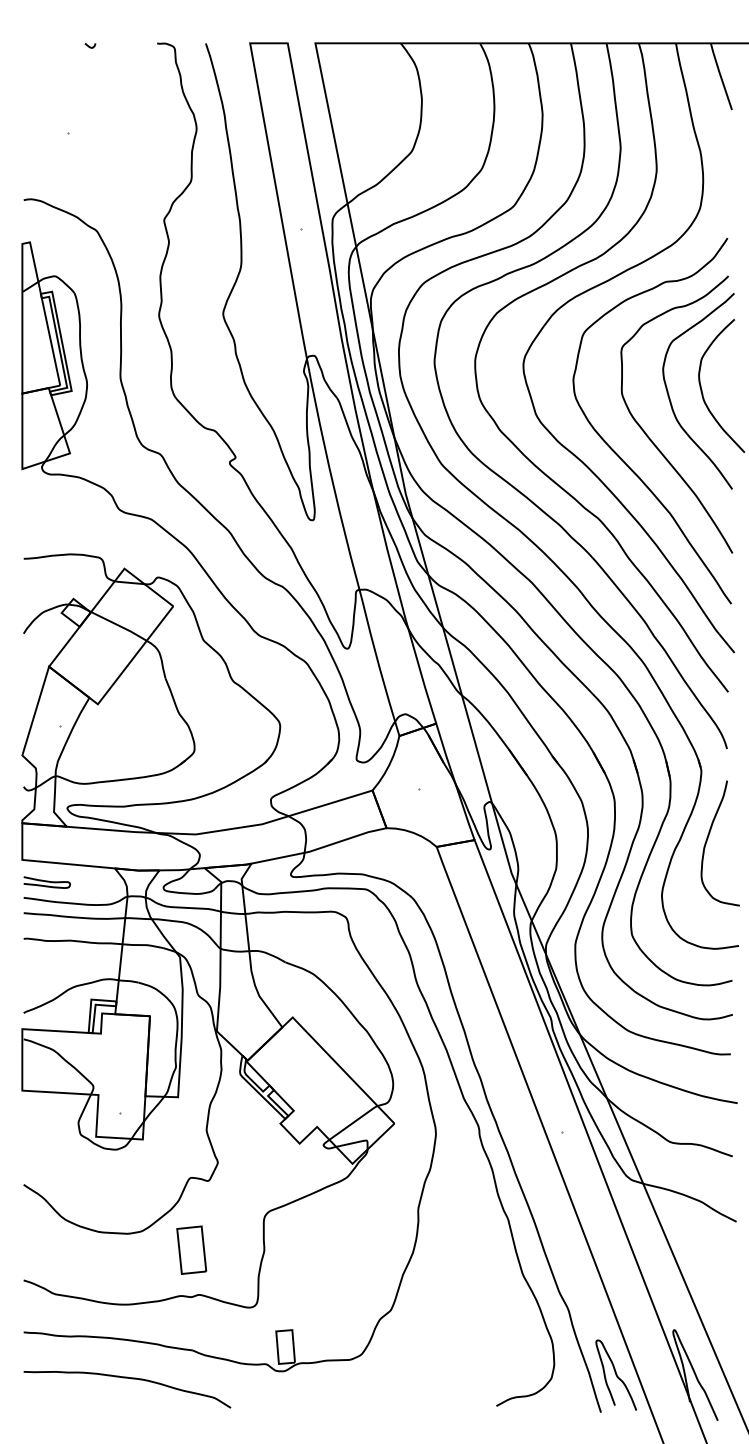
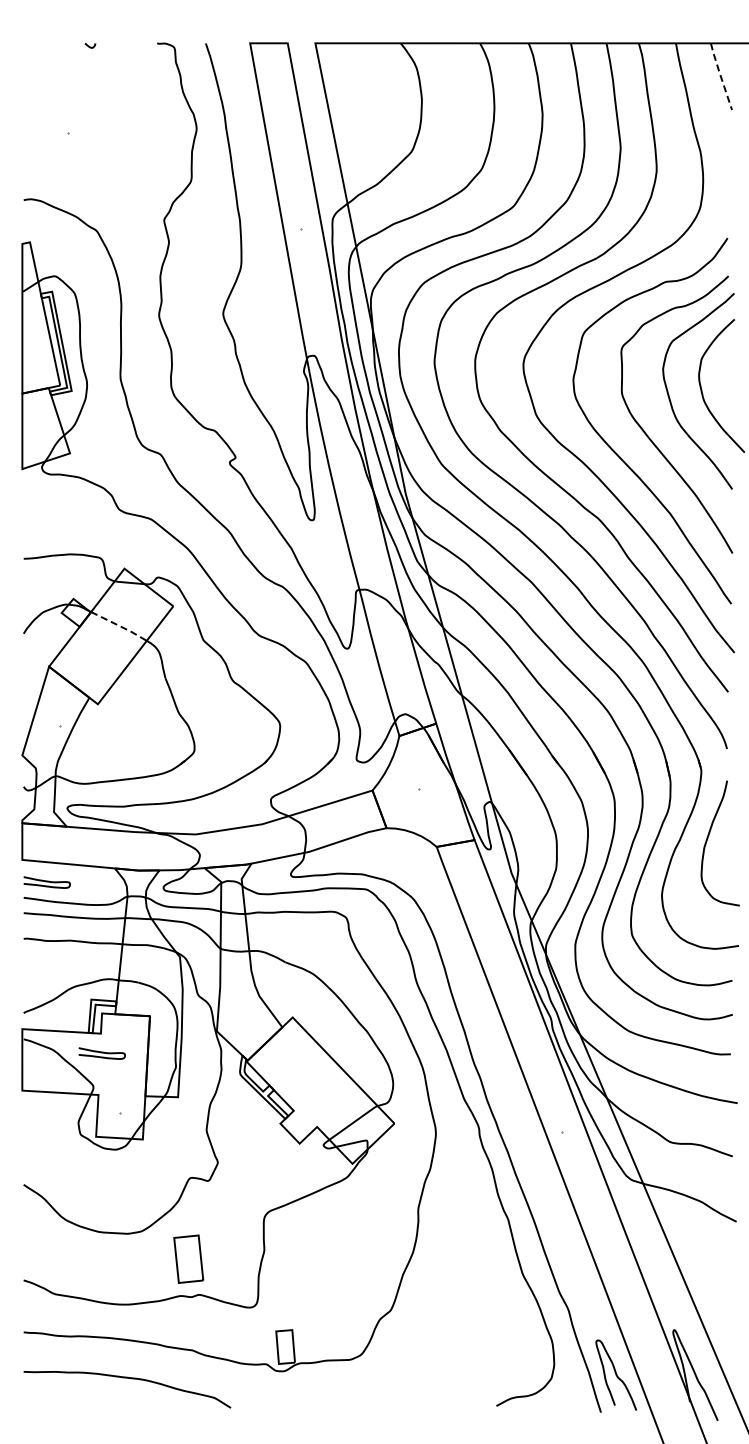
line at (720, 75): solid -> dashed
line at (119, 626): solid -> dashed
curve at (101, 1053): none -> present
part at (191, 1249) position: (191, 1249) -> (188, 1258)
